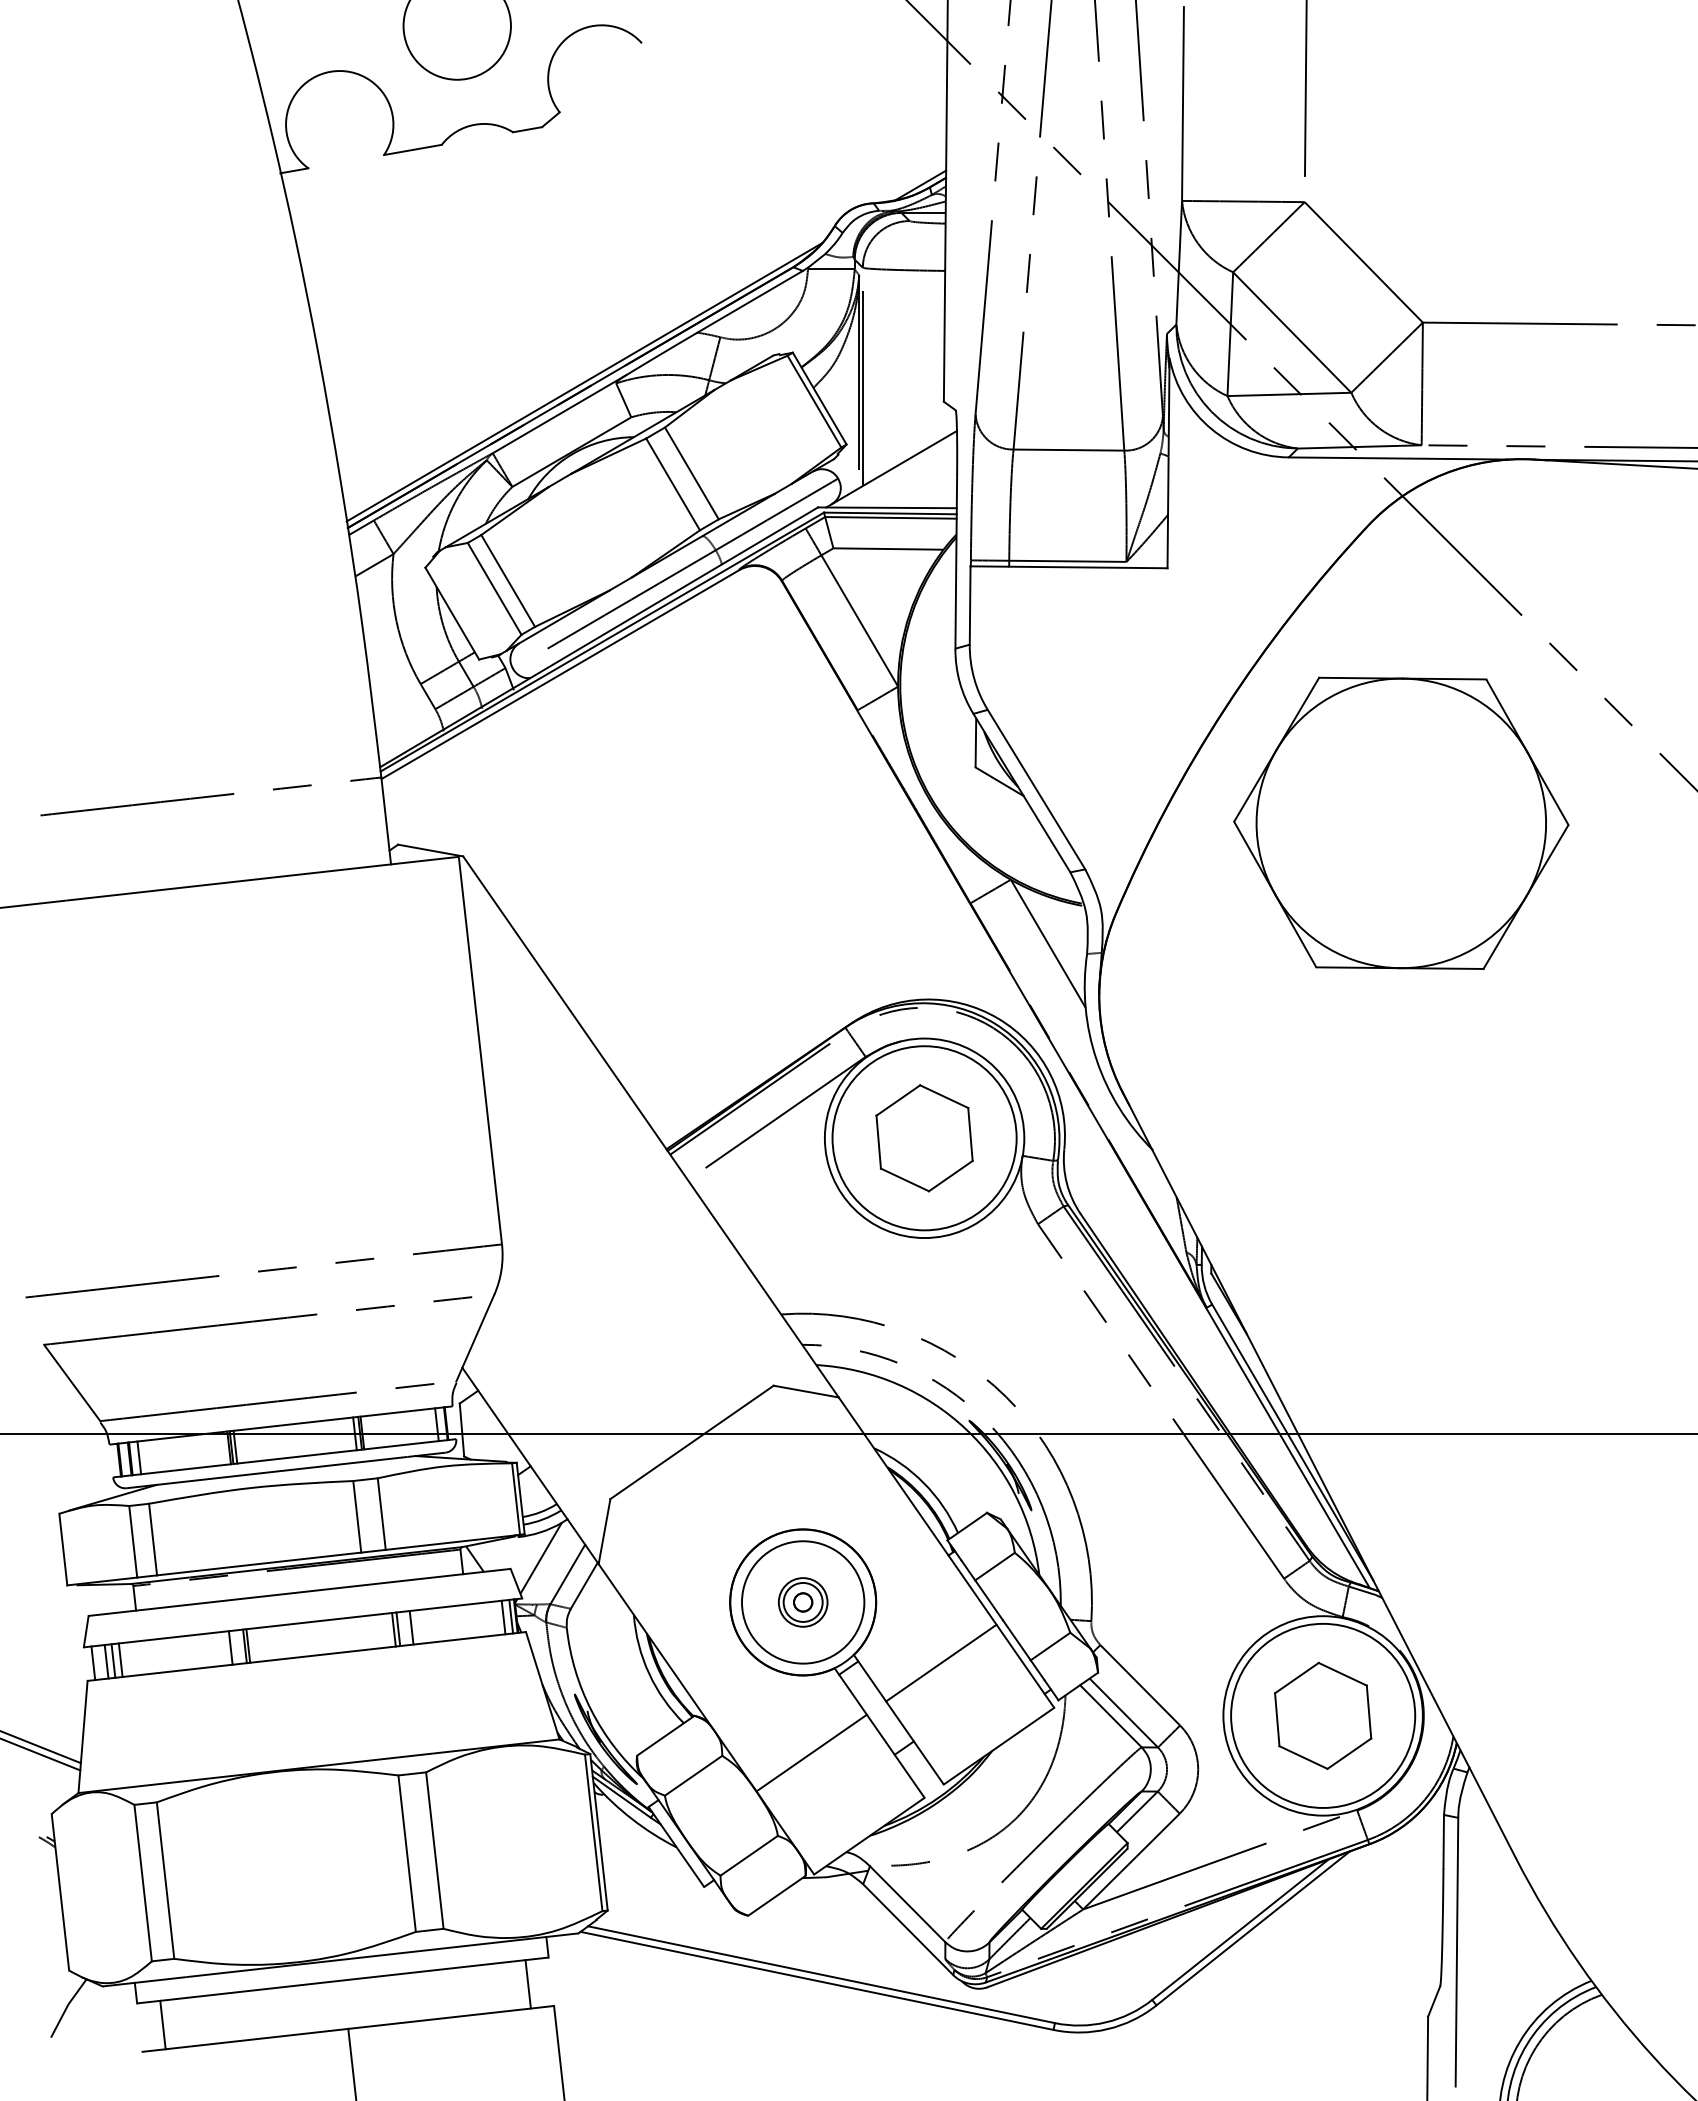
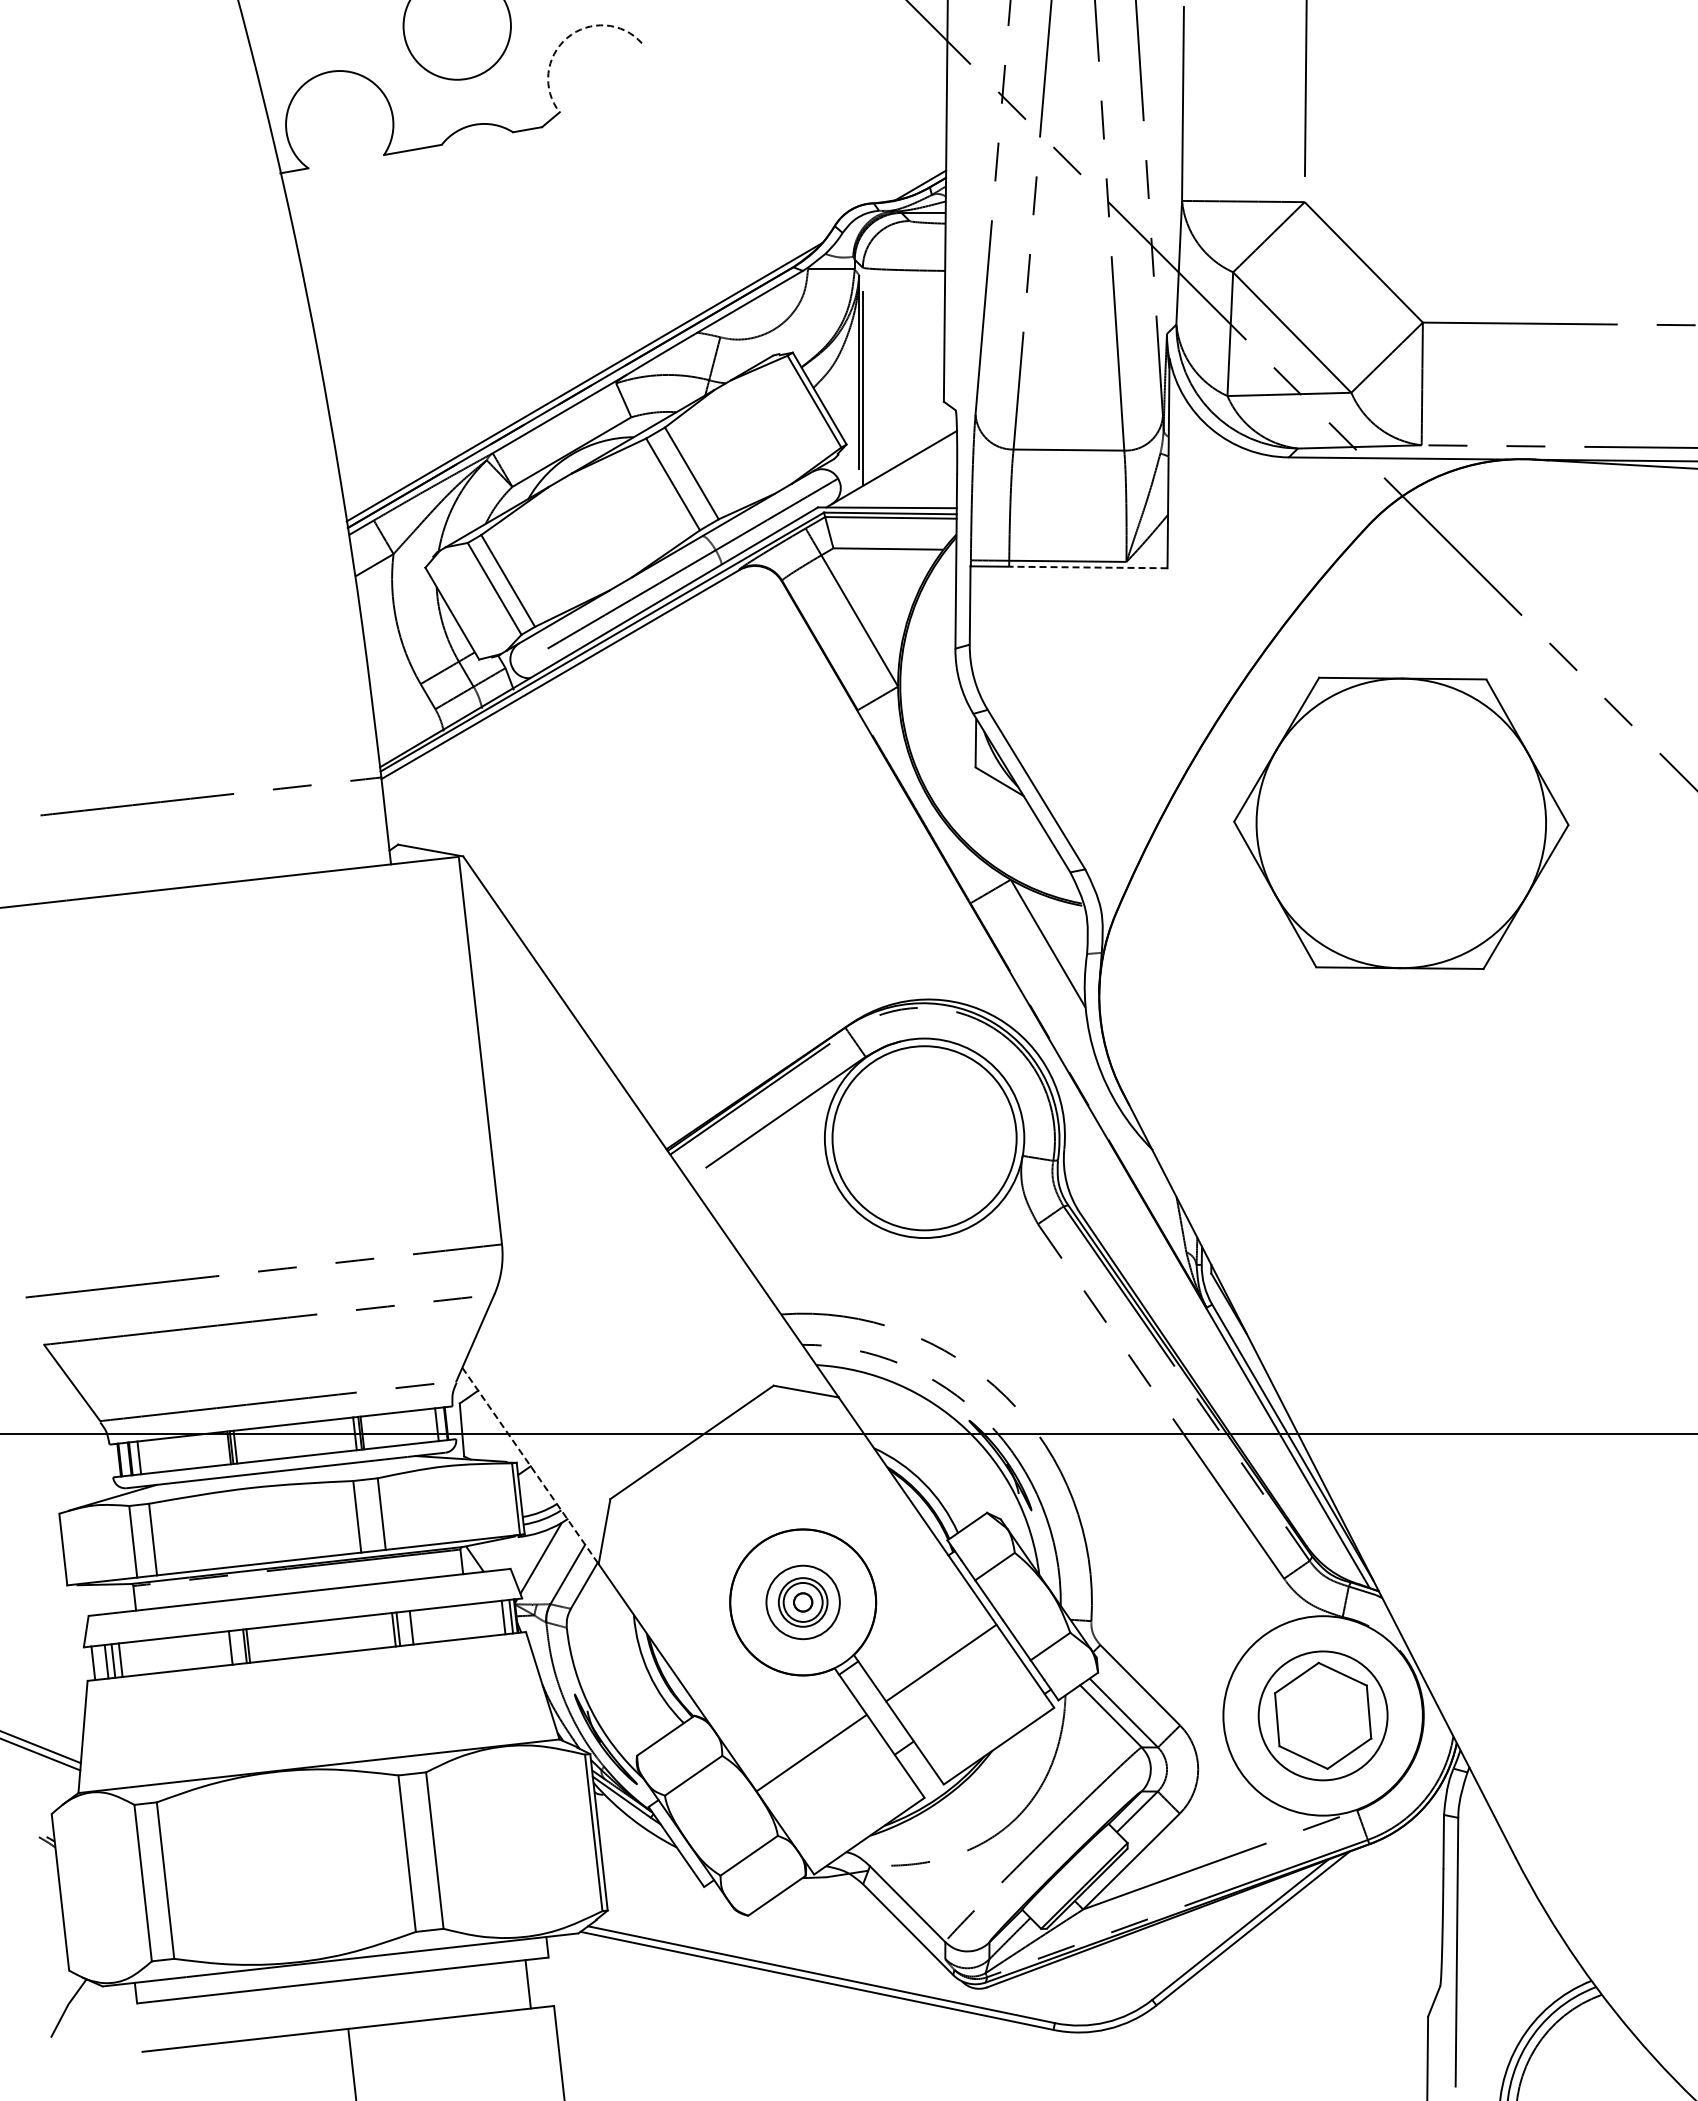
arc at (567, 37): solid -> dashed
line at (1087, 567): solid -> dashed
part at (924, 1138): present -> none
line at (530, 1465): solid -> dashed
circle at (802, 1602) diameter: 122 px -> 73 px
circle at (1323, 1715) diameter: 184 px -> 129 px
line at (162, 2024): present -> none
